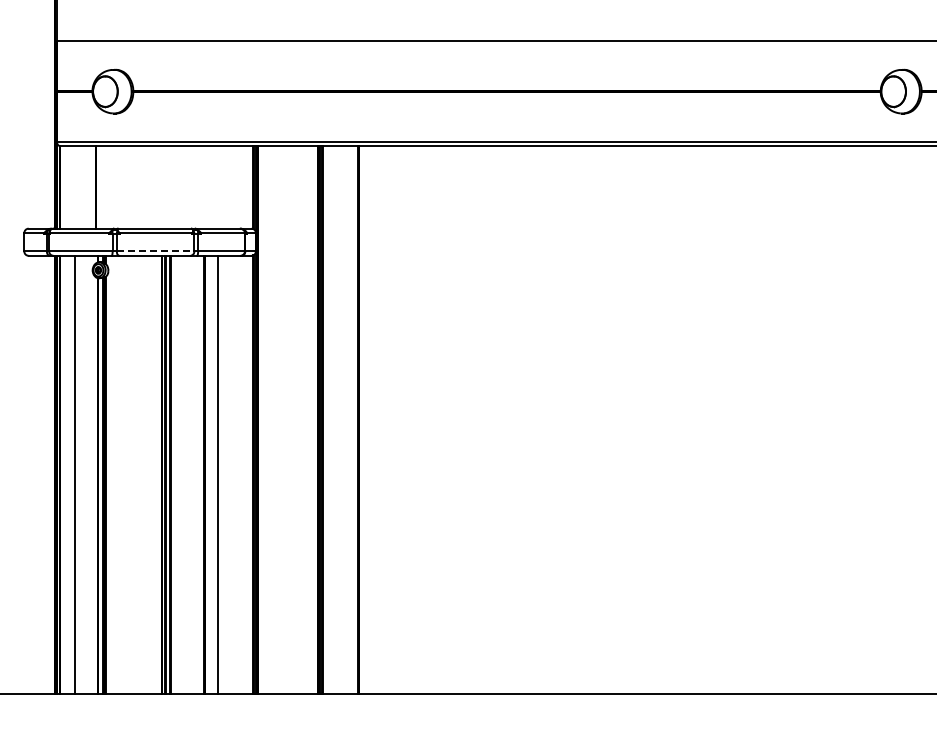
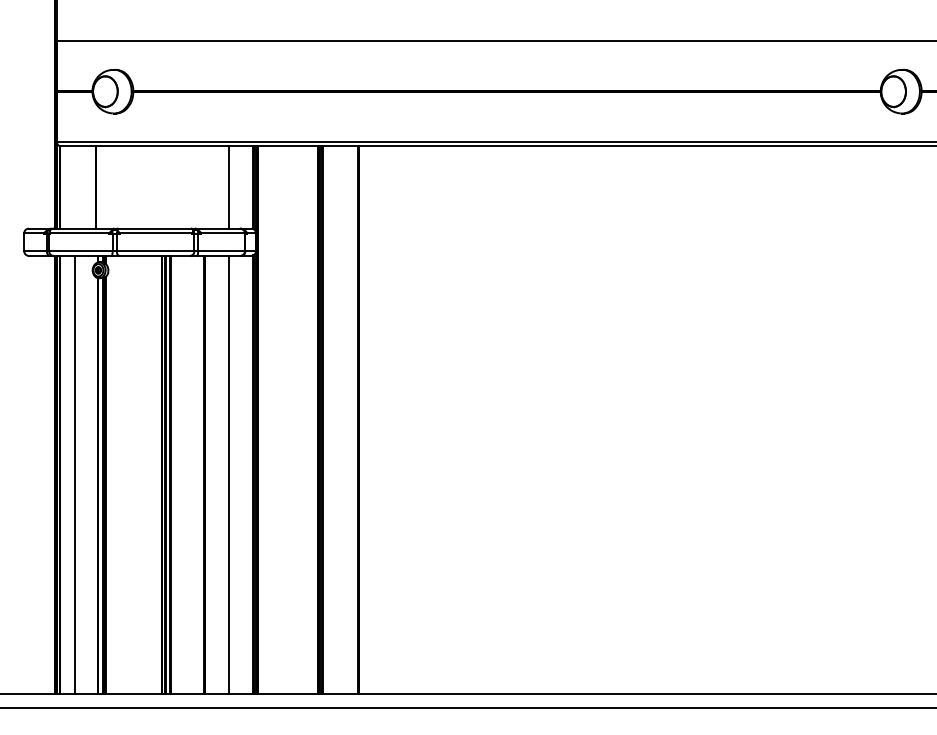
line at (228, 187): none -> present
line at (155, 251): dashed -> solid
line at (217, 474) position: (217, 474) -> (228, 474)
line at (467, 708): none -> present
